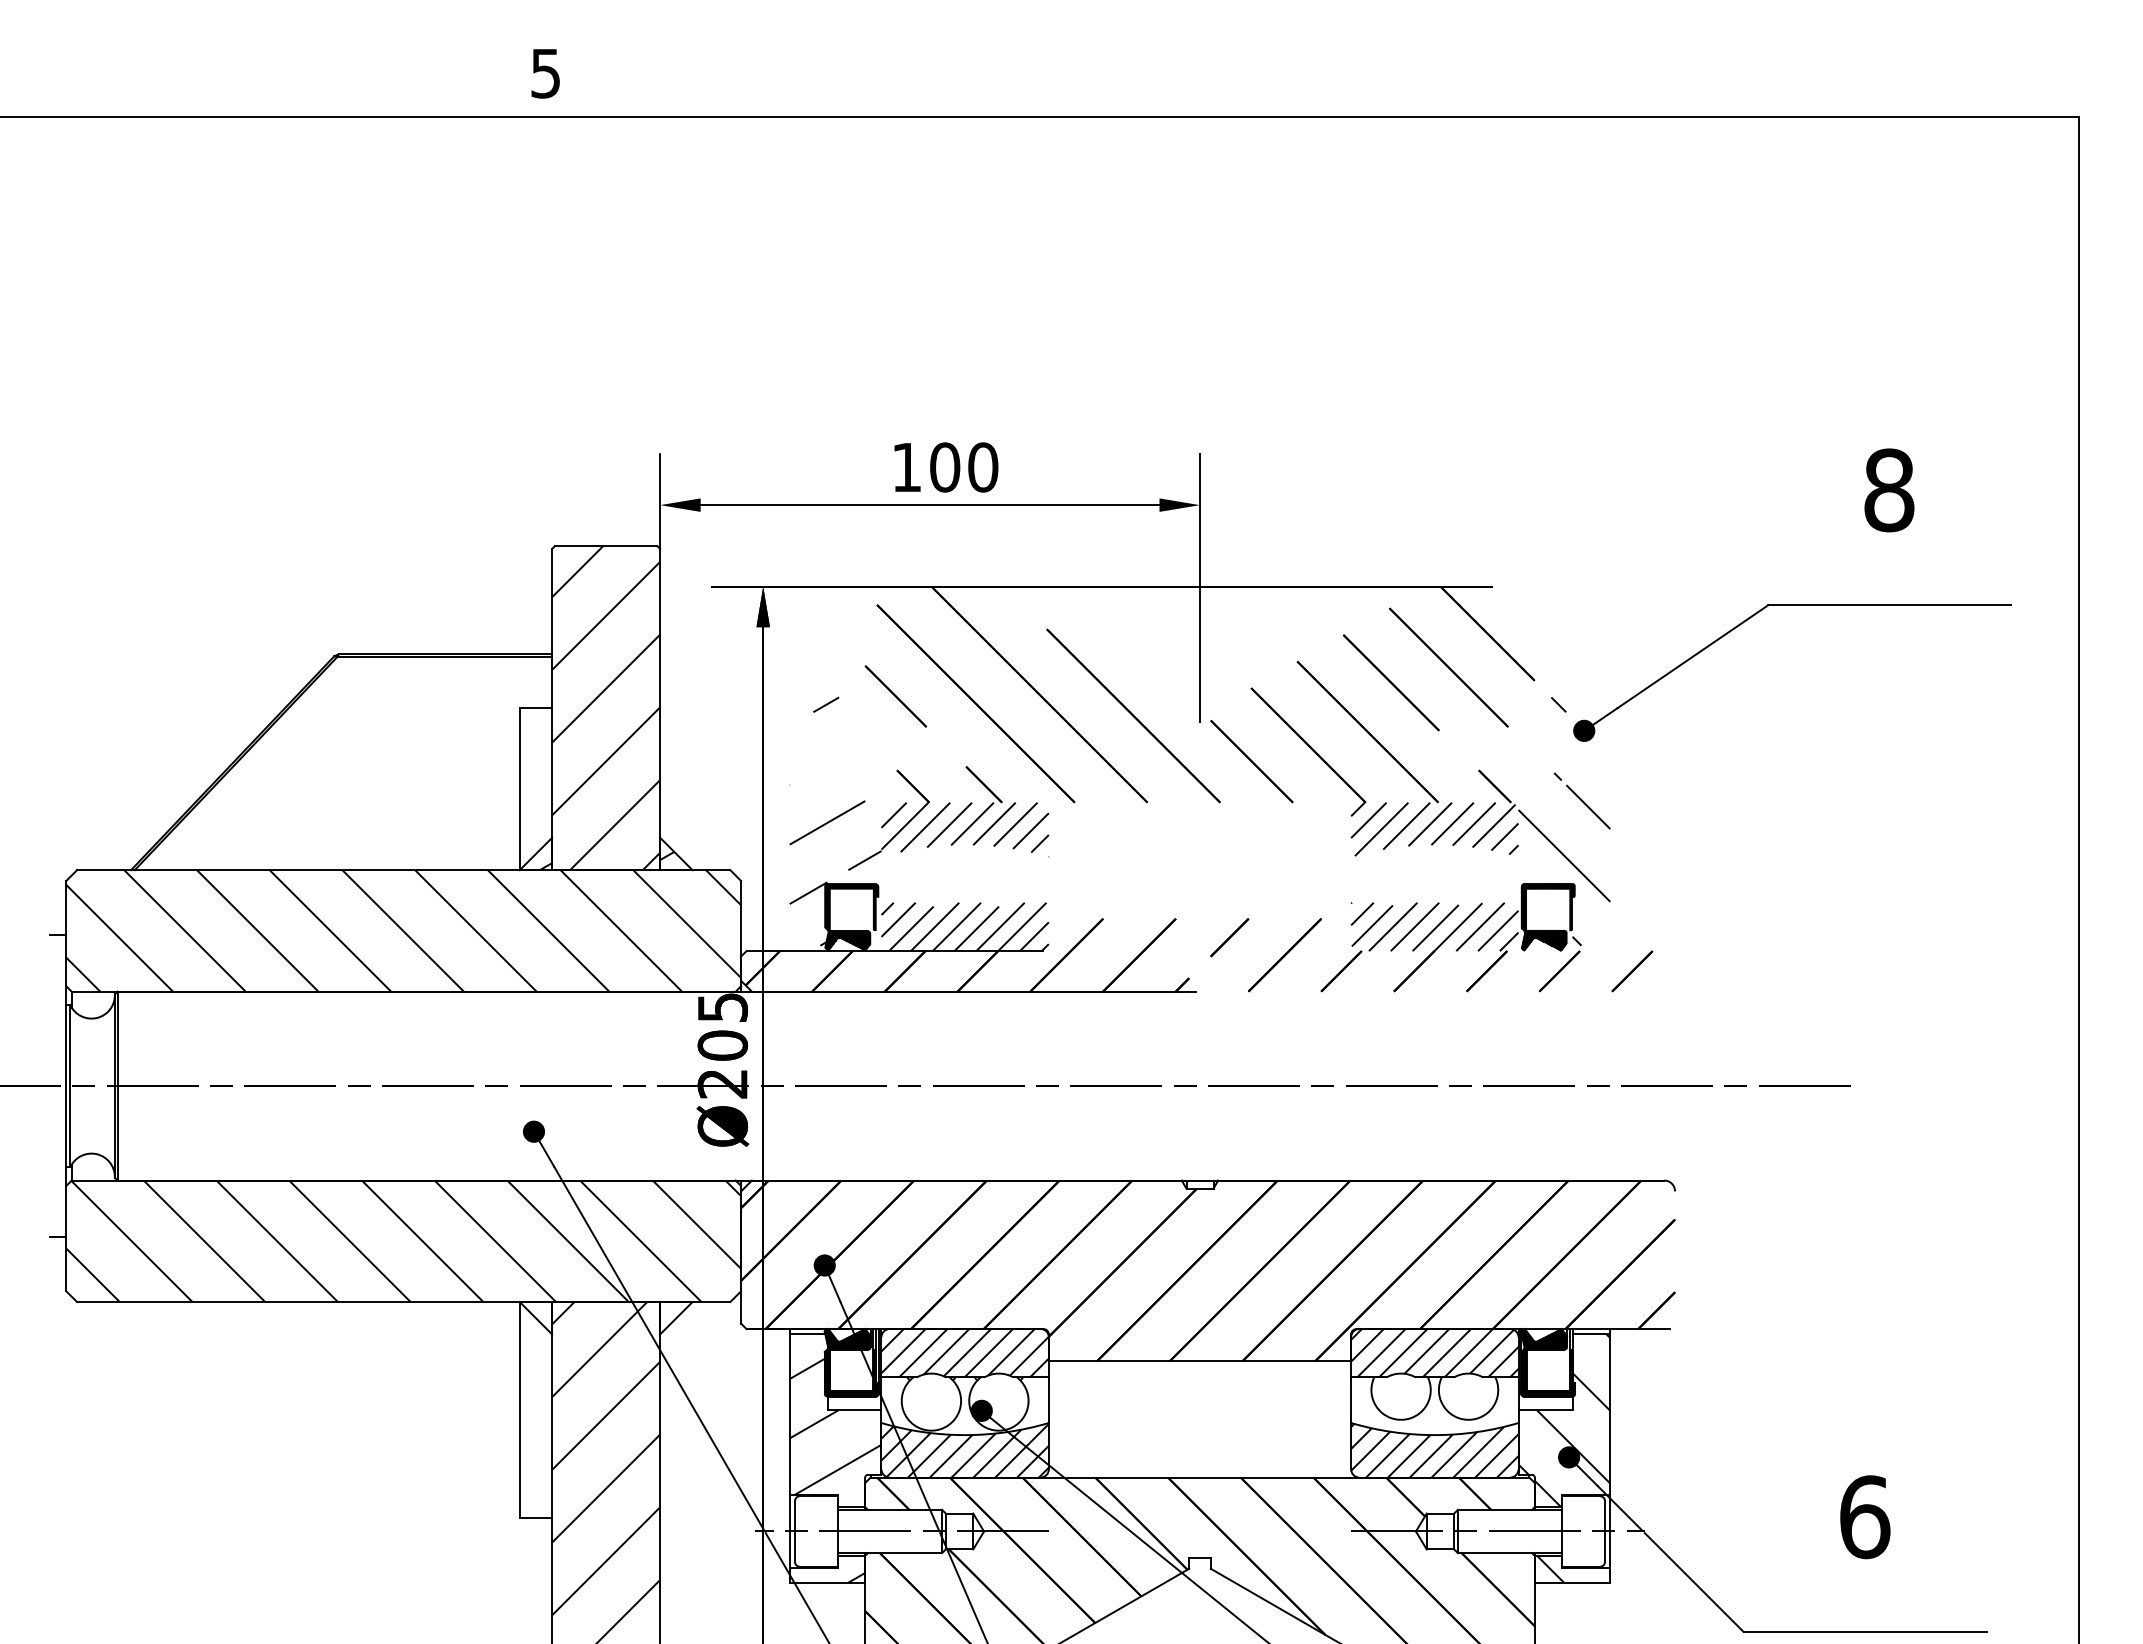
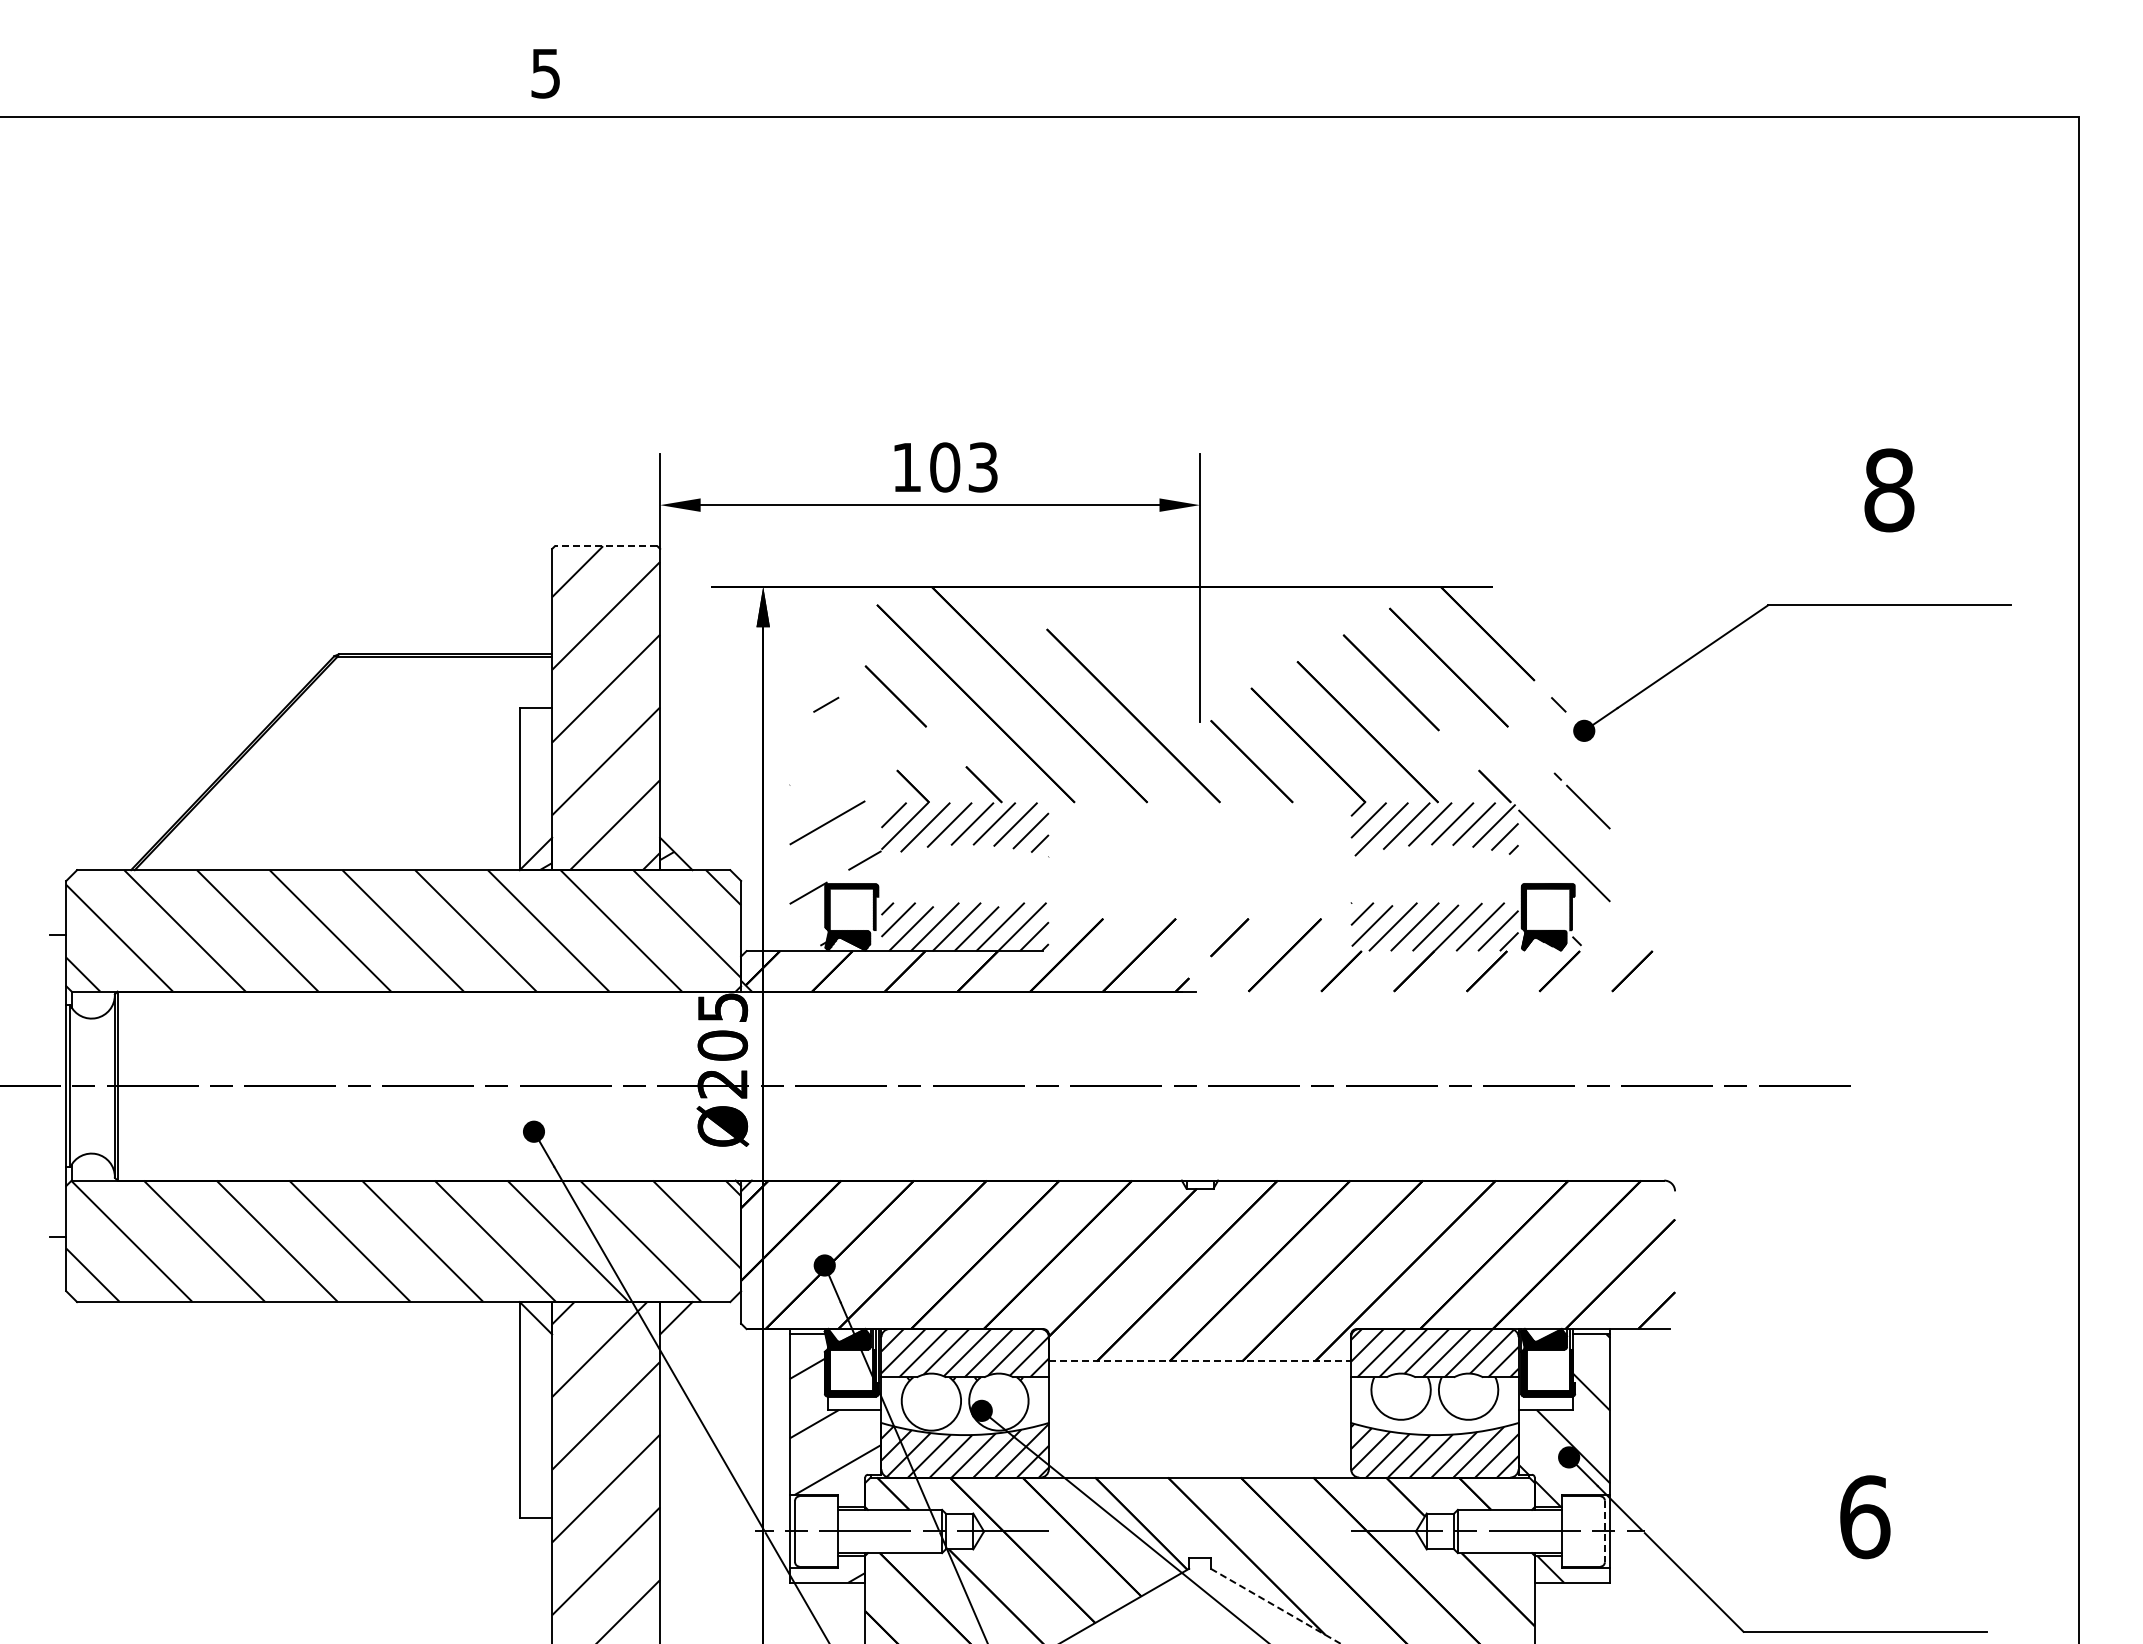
text at (983, 467): 100 -> 103
line at (605, 546): solid -> dashed
line at (1200, 1361): solid -> dashed
line at (1604, 1531): solid -> dashed
line at (1275, 1606): solid -> dashed
